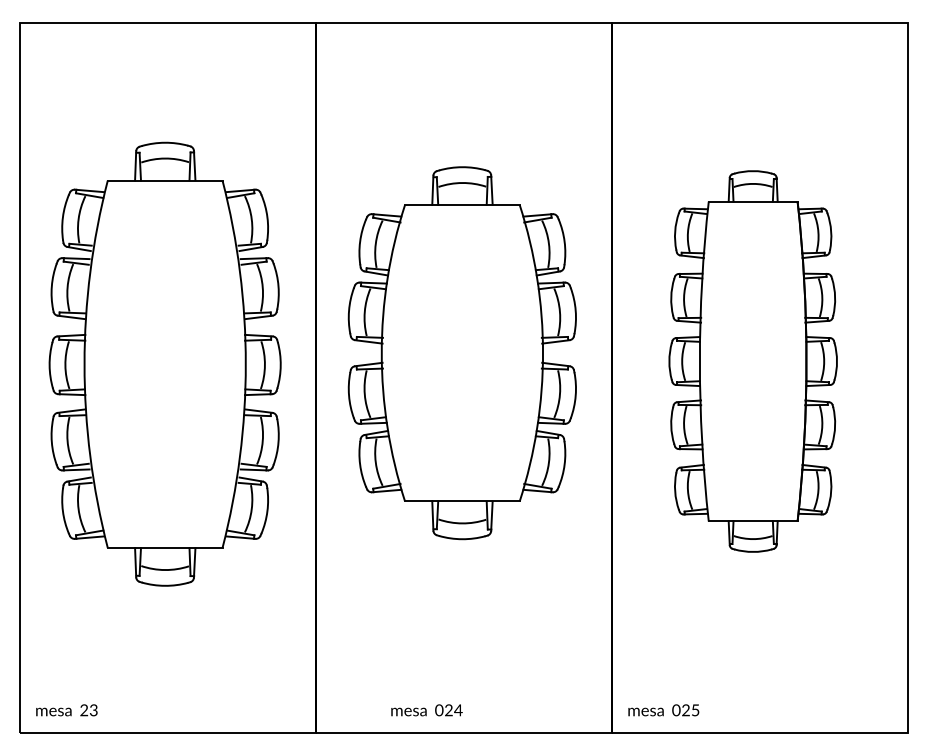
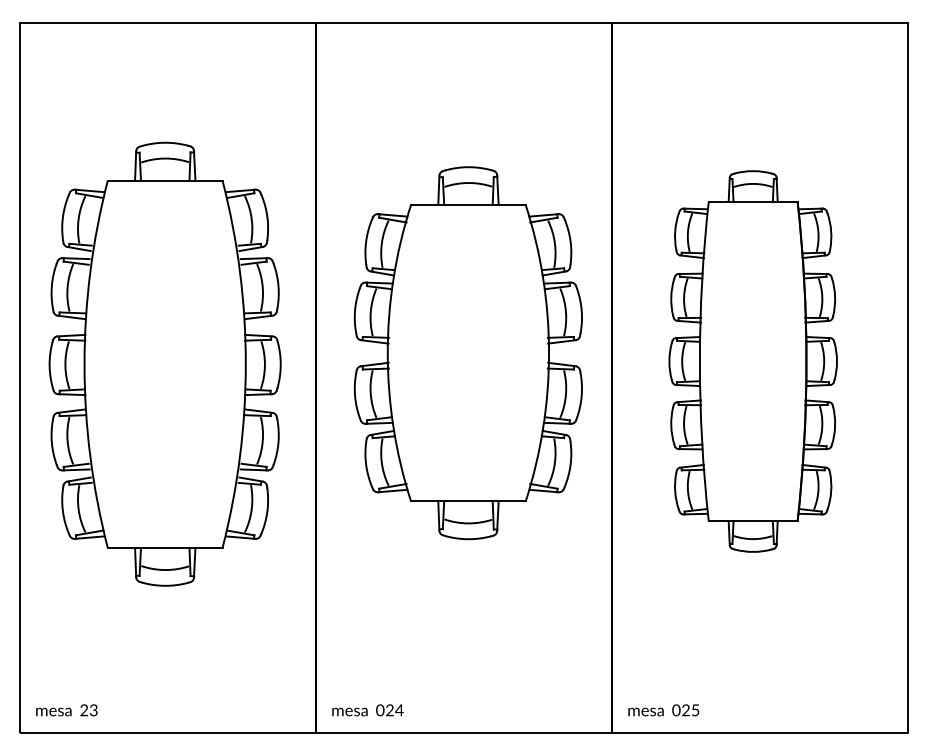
part at (461, 353) position: (461, 353) -> (467, 353)
text at (426, 710) position: (426, 710) -> (367, 710)
